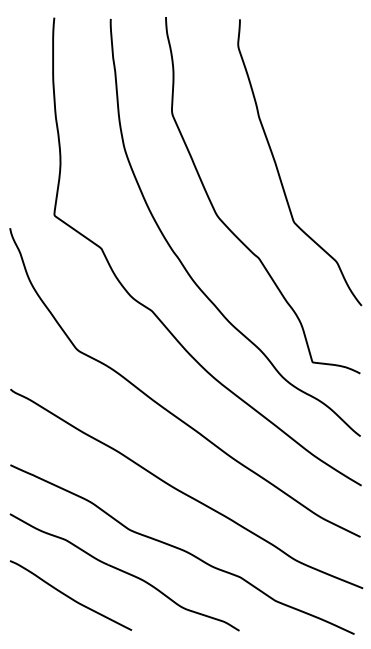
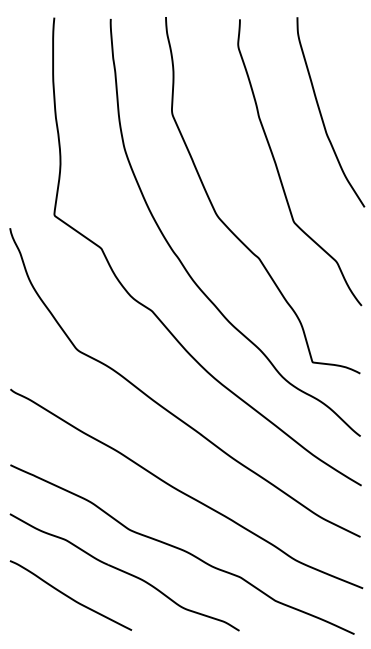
curve at (322, 116): none -> present
